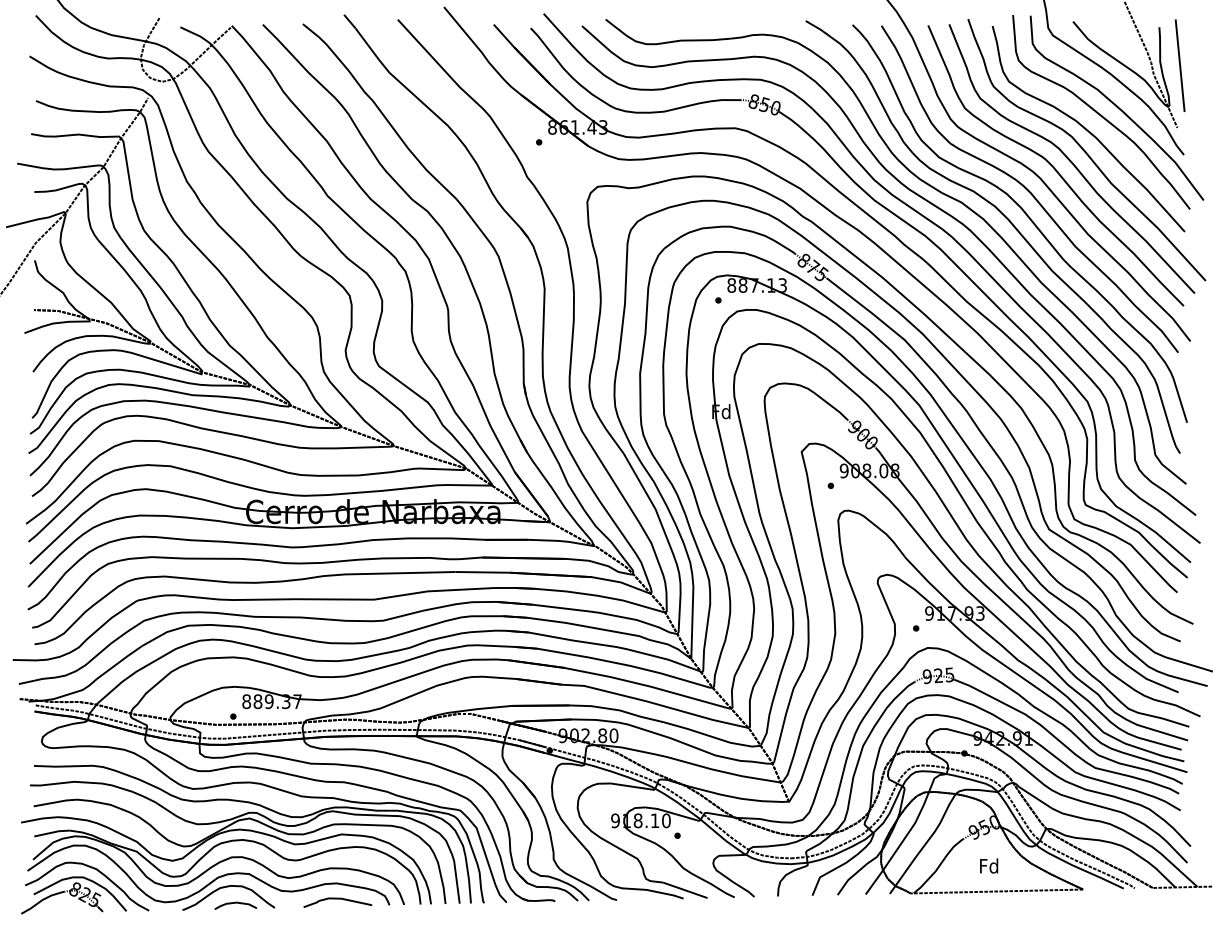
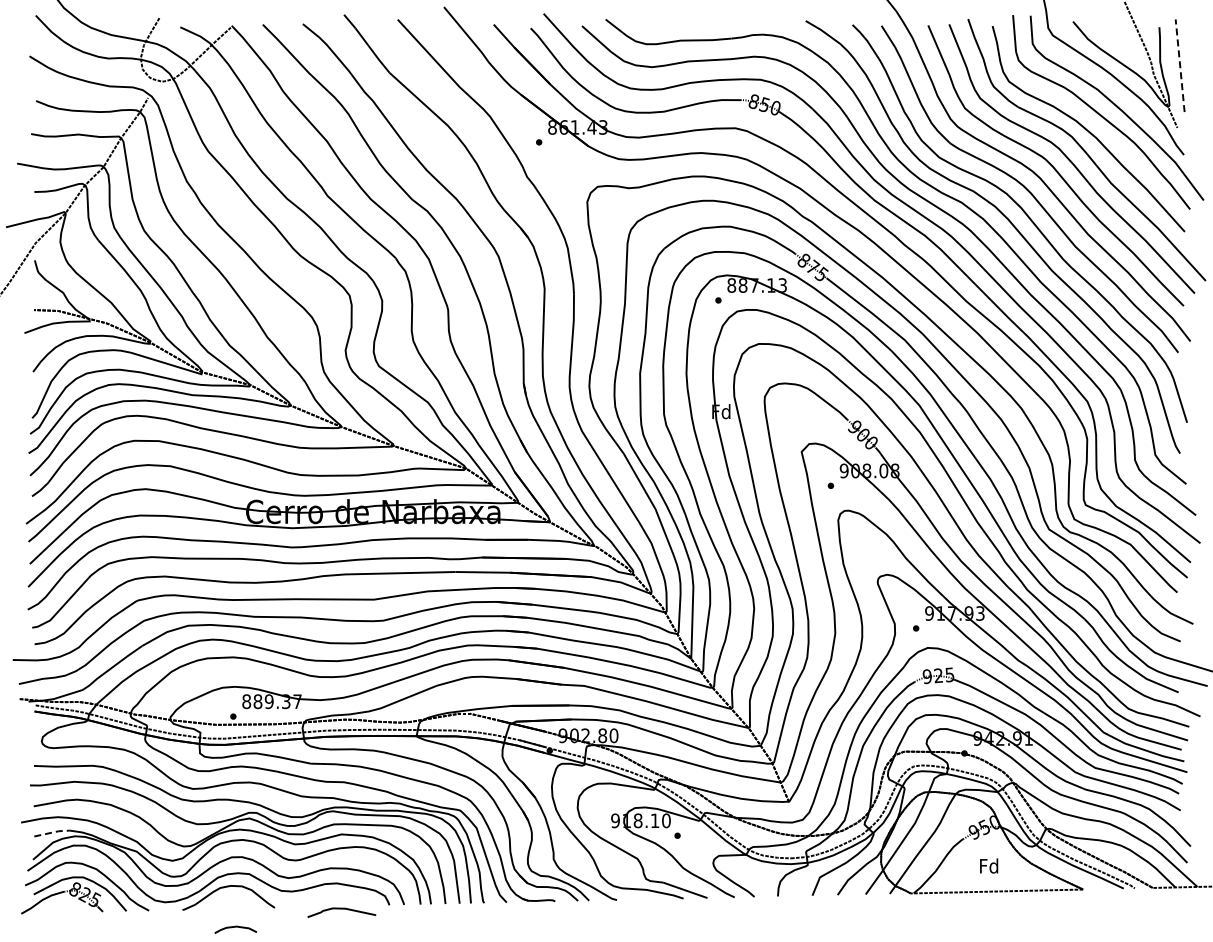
line at (1180, 65): solid -> dashed
line at (53, 832): solid -> dashed
curve at (337, 899) position: (337, 899) -> (341, 909)
curve at (235, 903) position: (235, 903) -> (235, 927)
